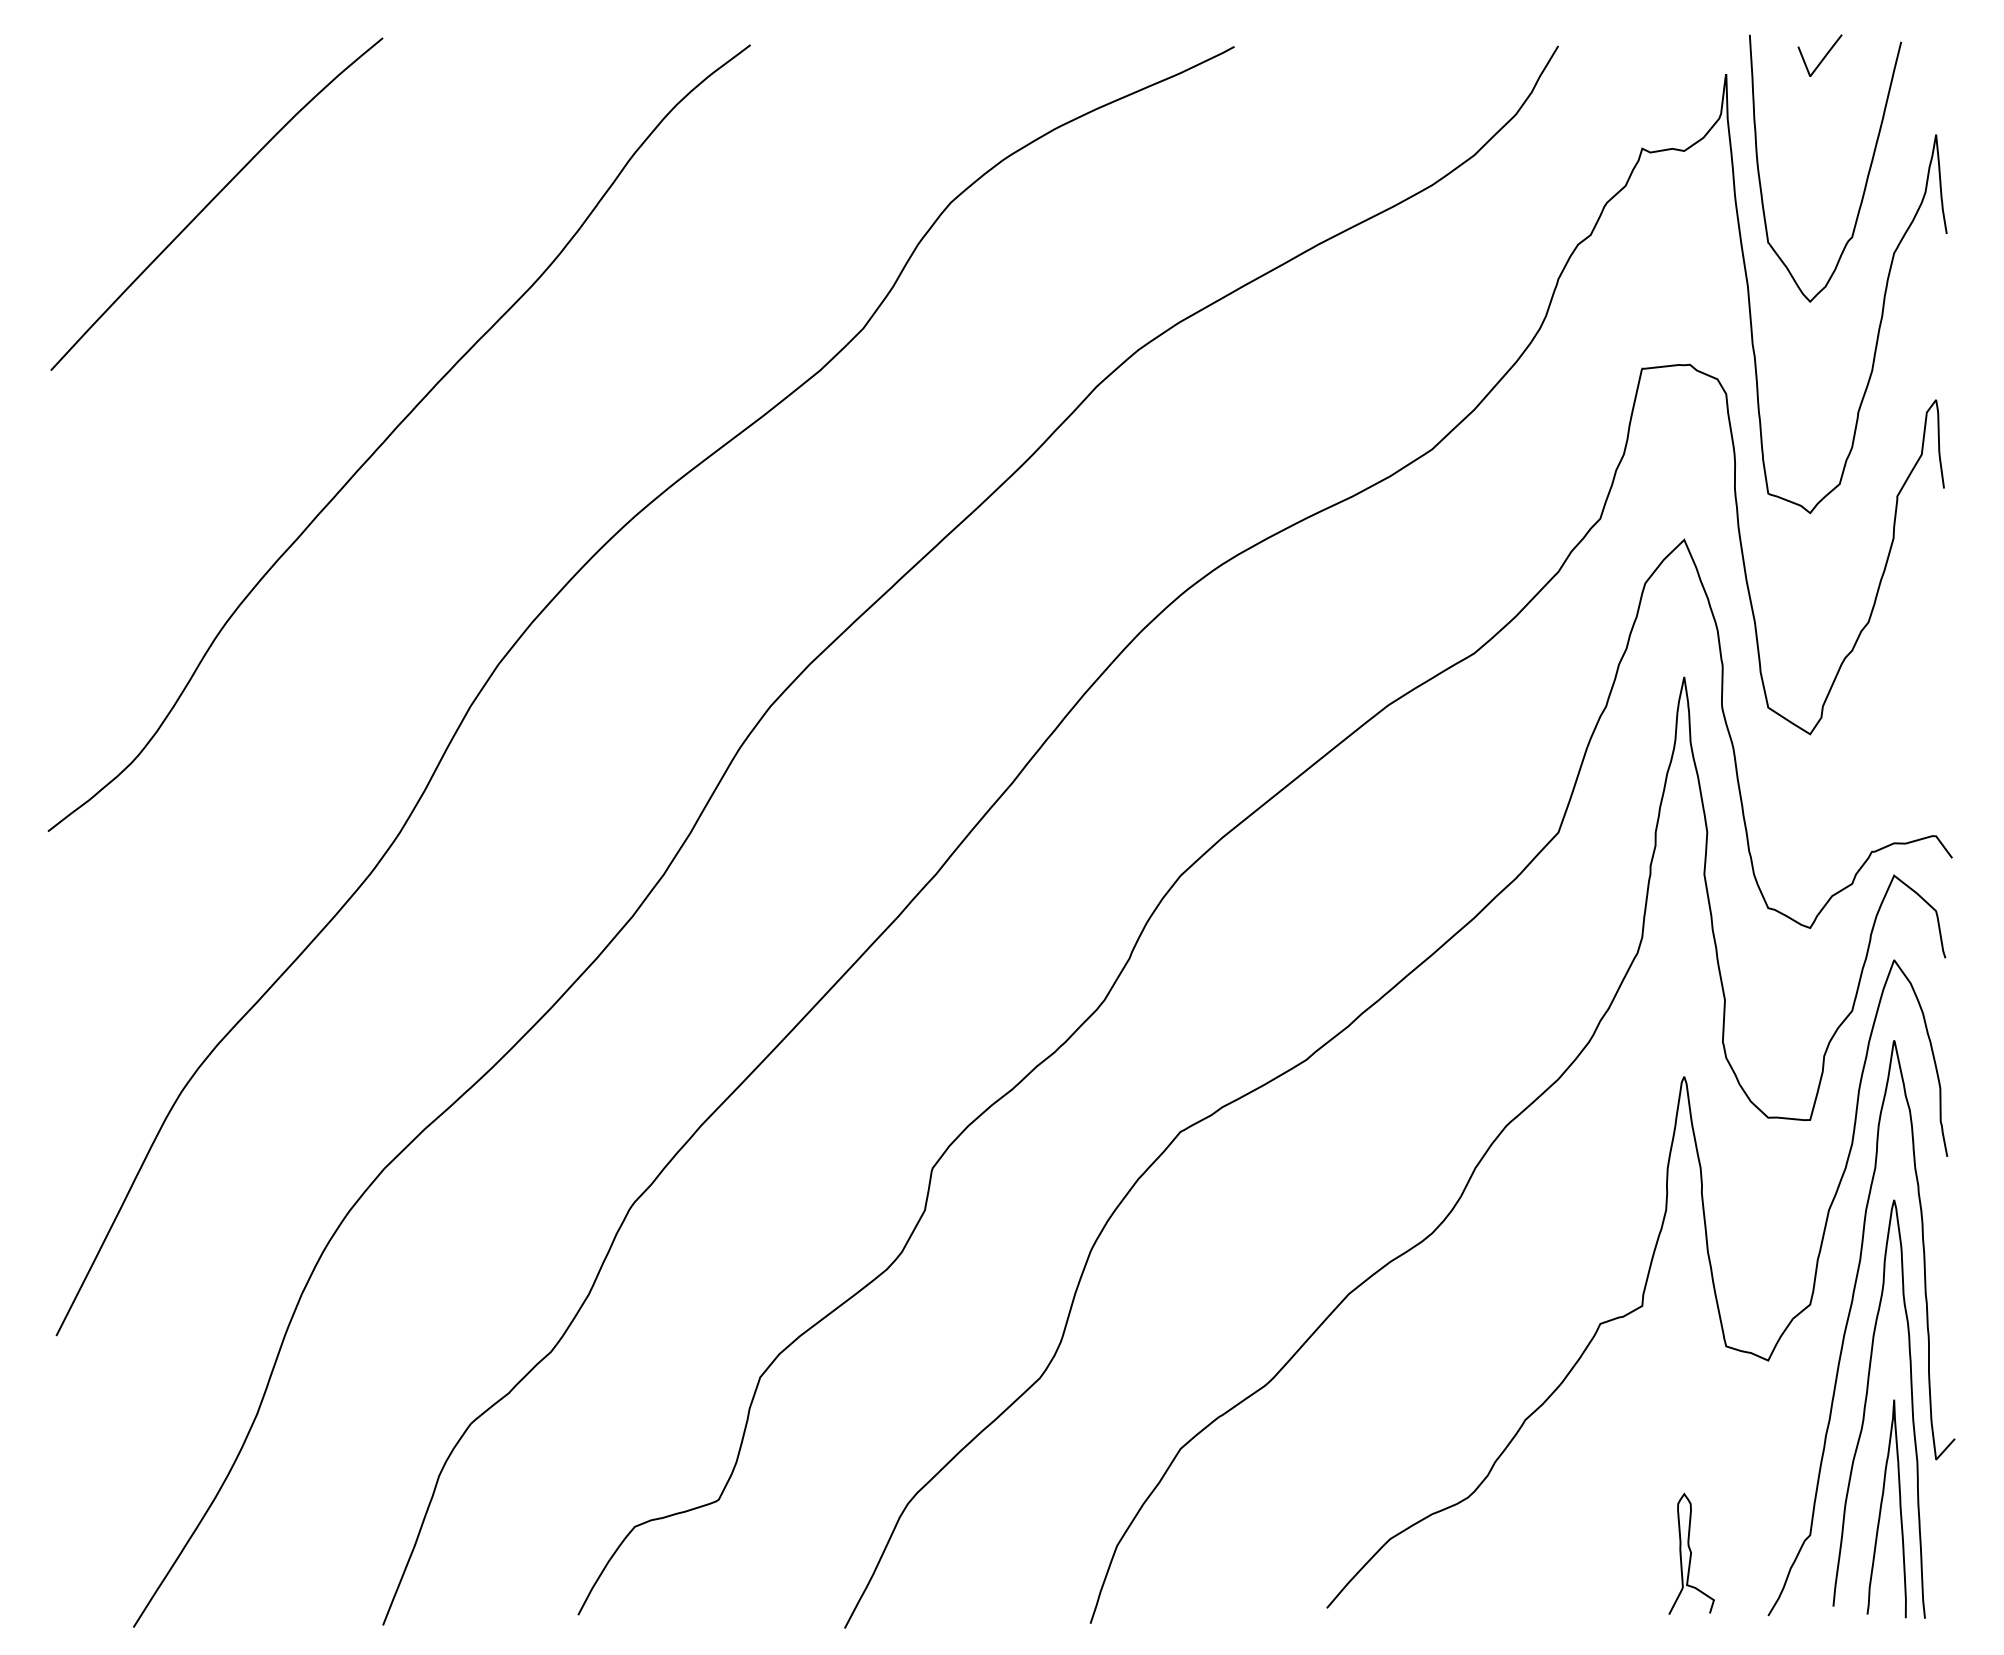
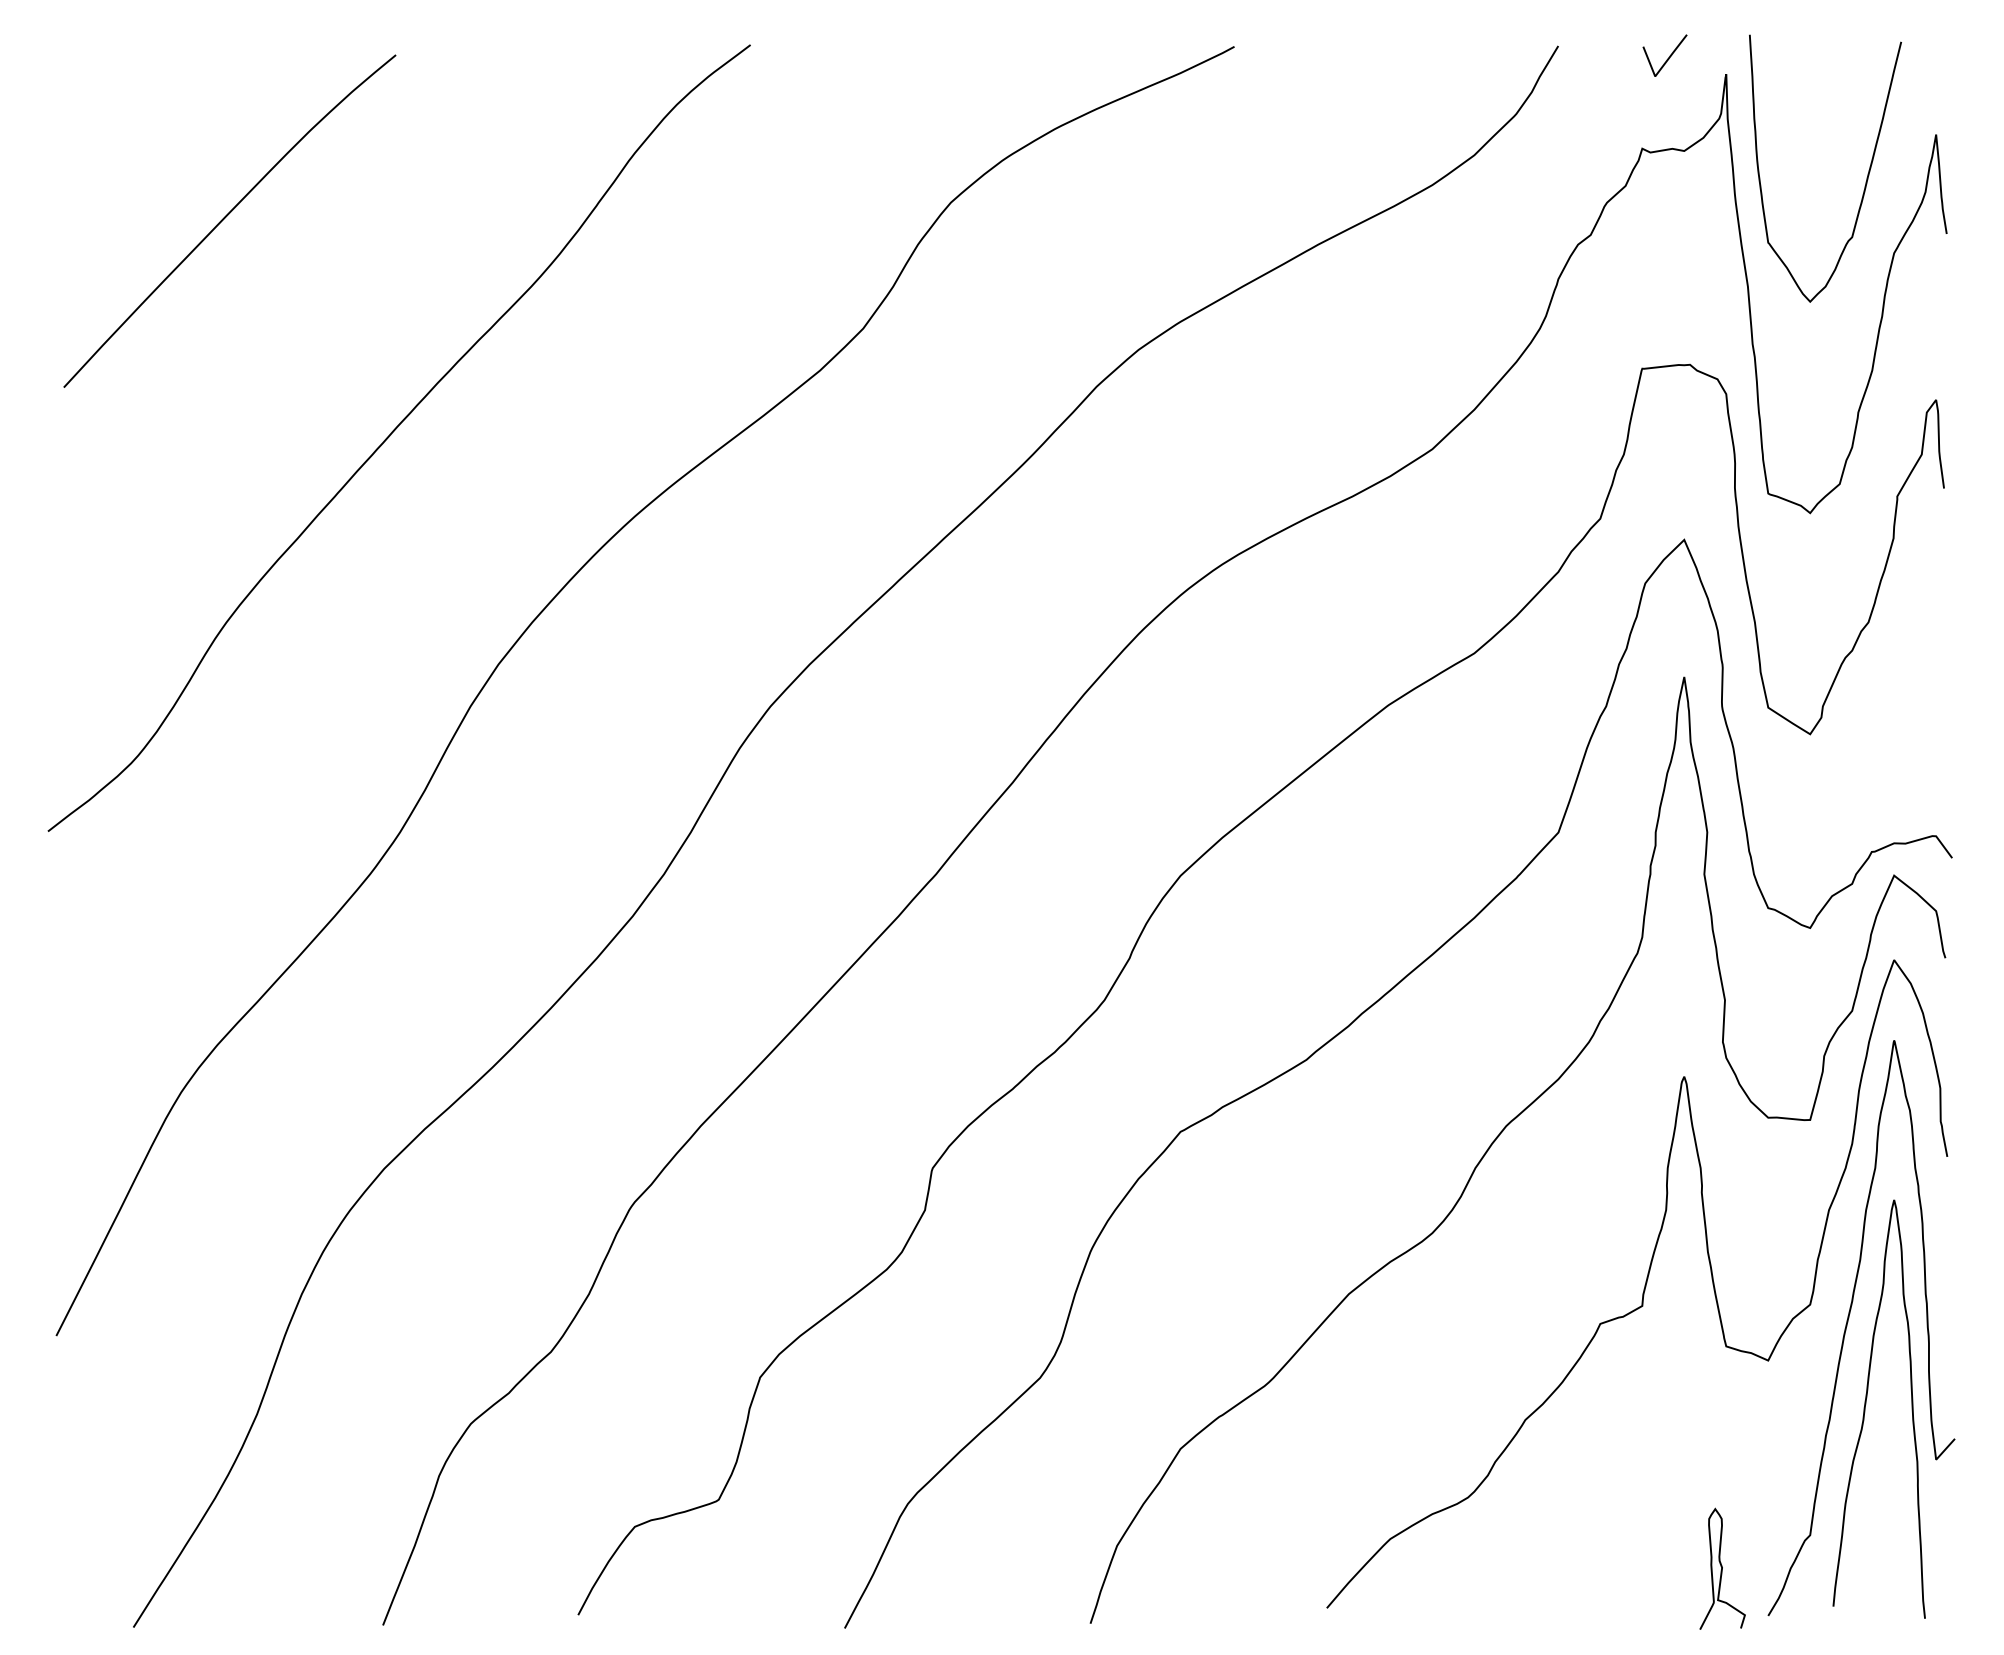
line at (1822, 58) position: (1822, 58) -> (1667, 58)
curve at (213, 200) position: (213, 200) -> (226, 217)
curve at (1881, 1508): present -> none
curve at (1691, 1553) position: (1691, 1553) -> (1722, 1568)
